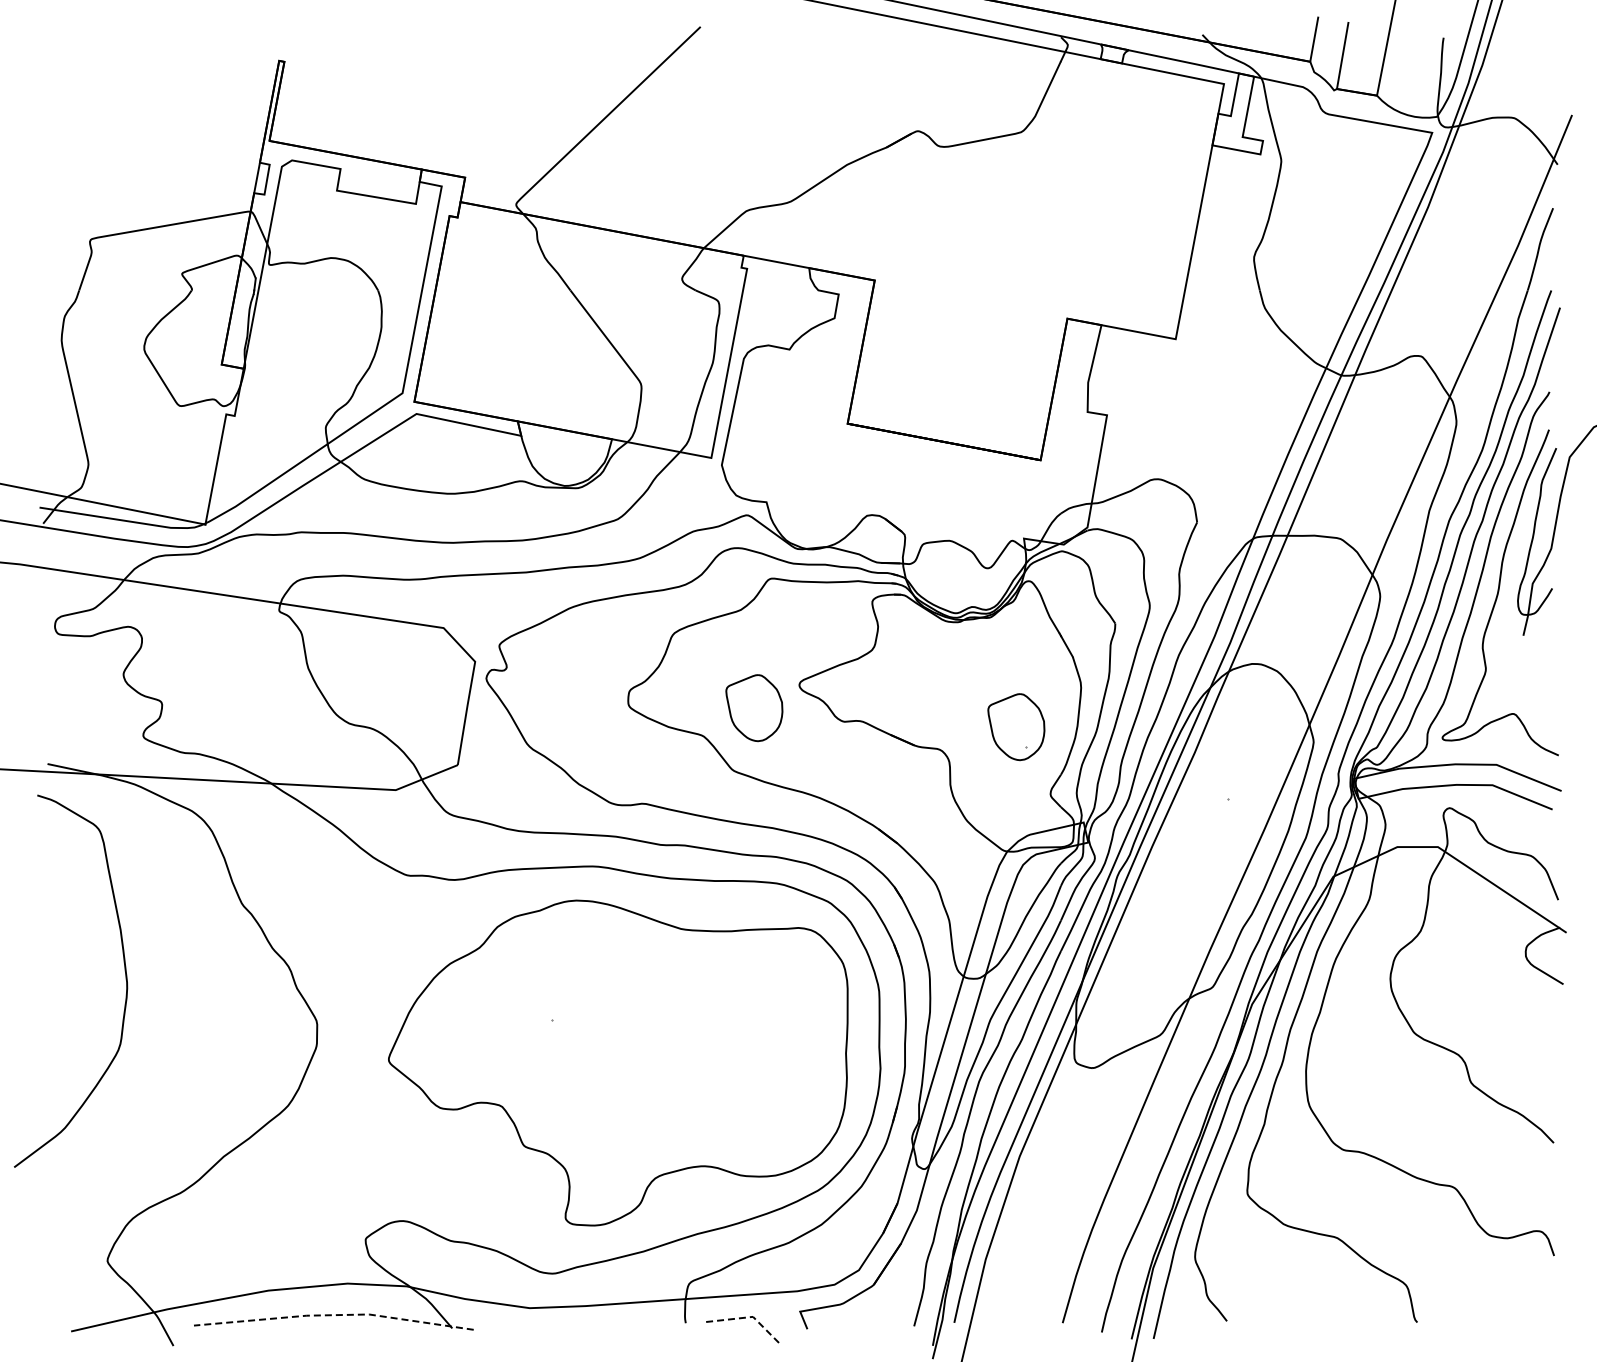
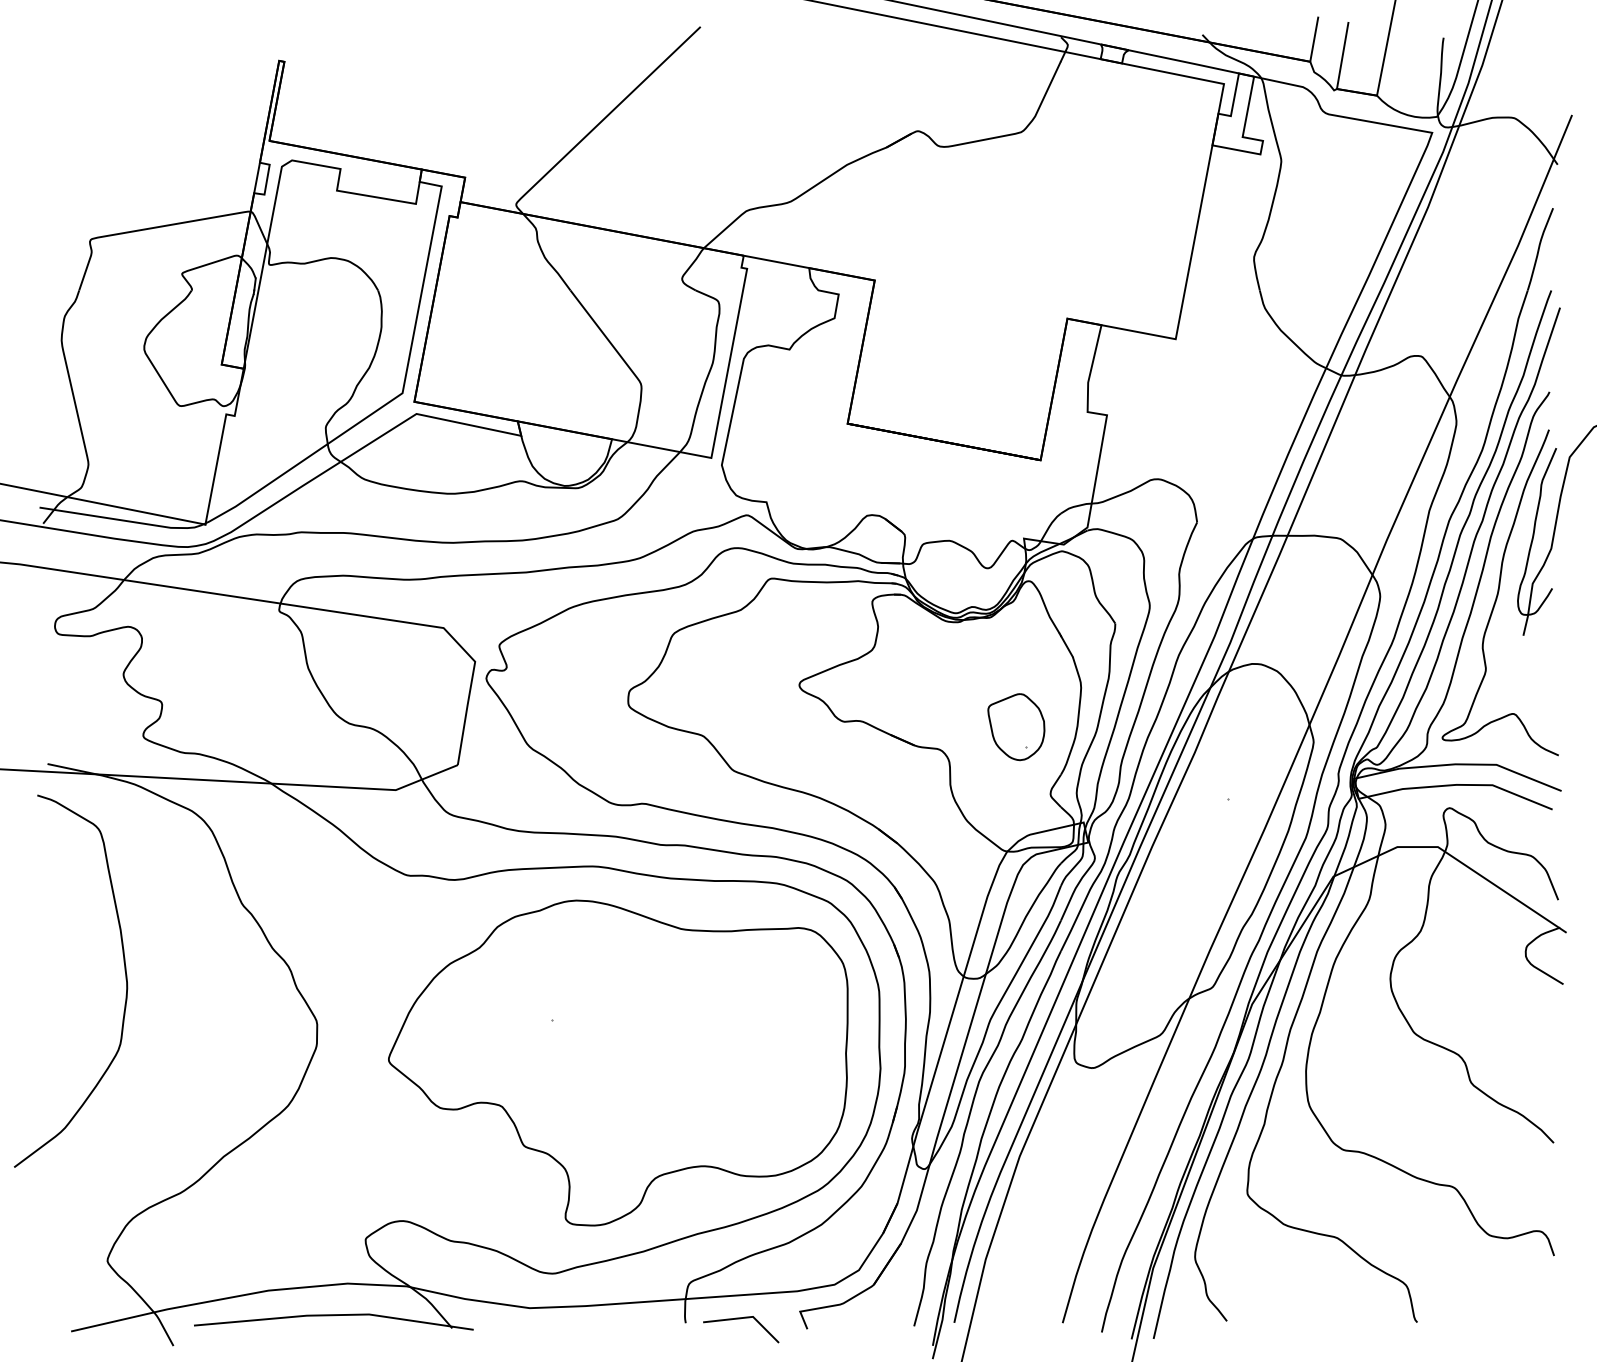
part at (754, 708): present -> none
line at (333, 1315): dashed -> solid
line at (746, 1317): dashed -> solid
